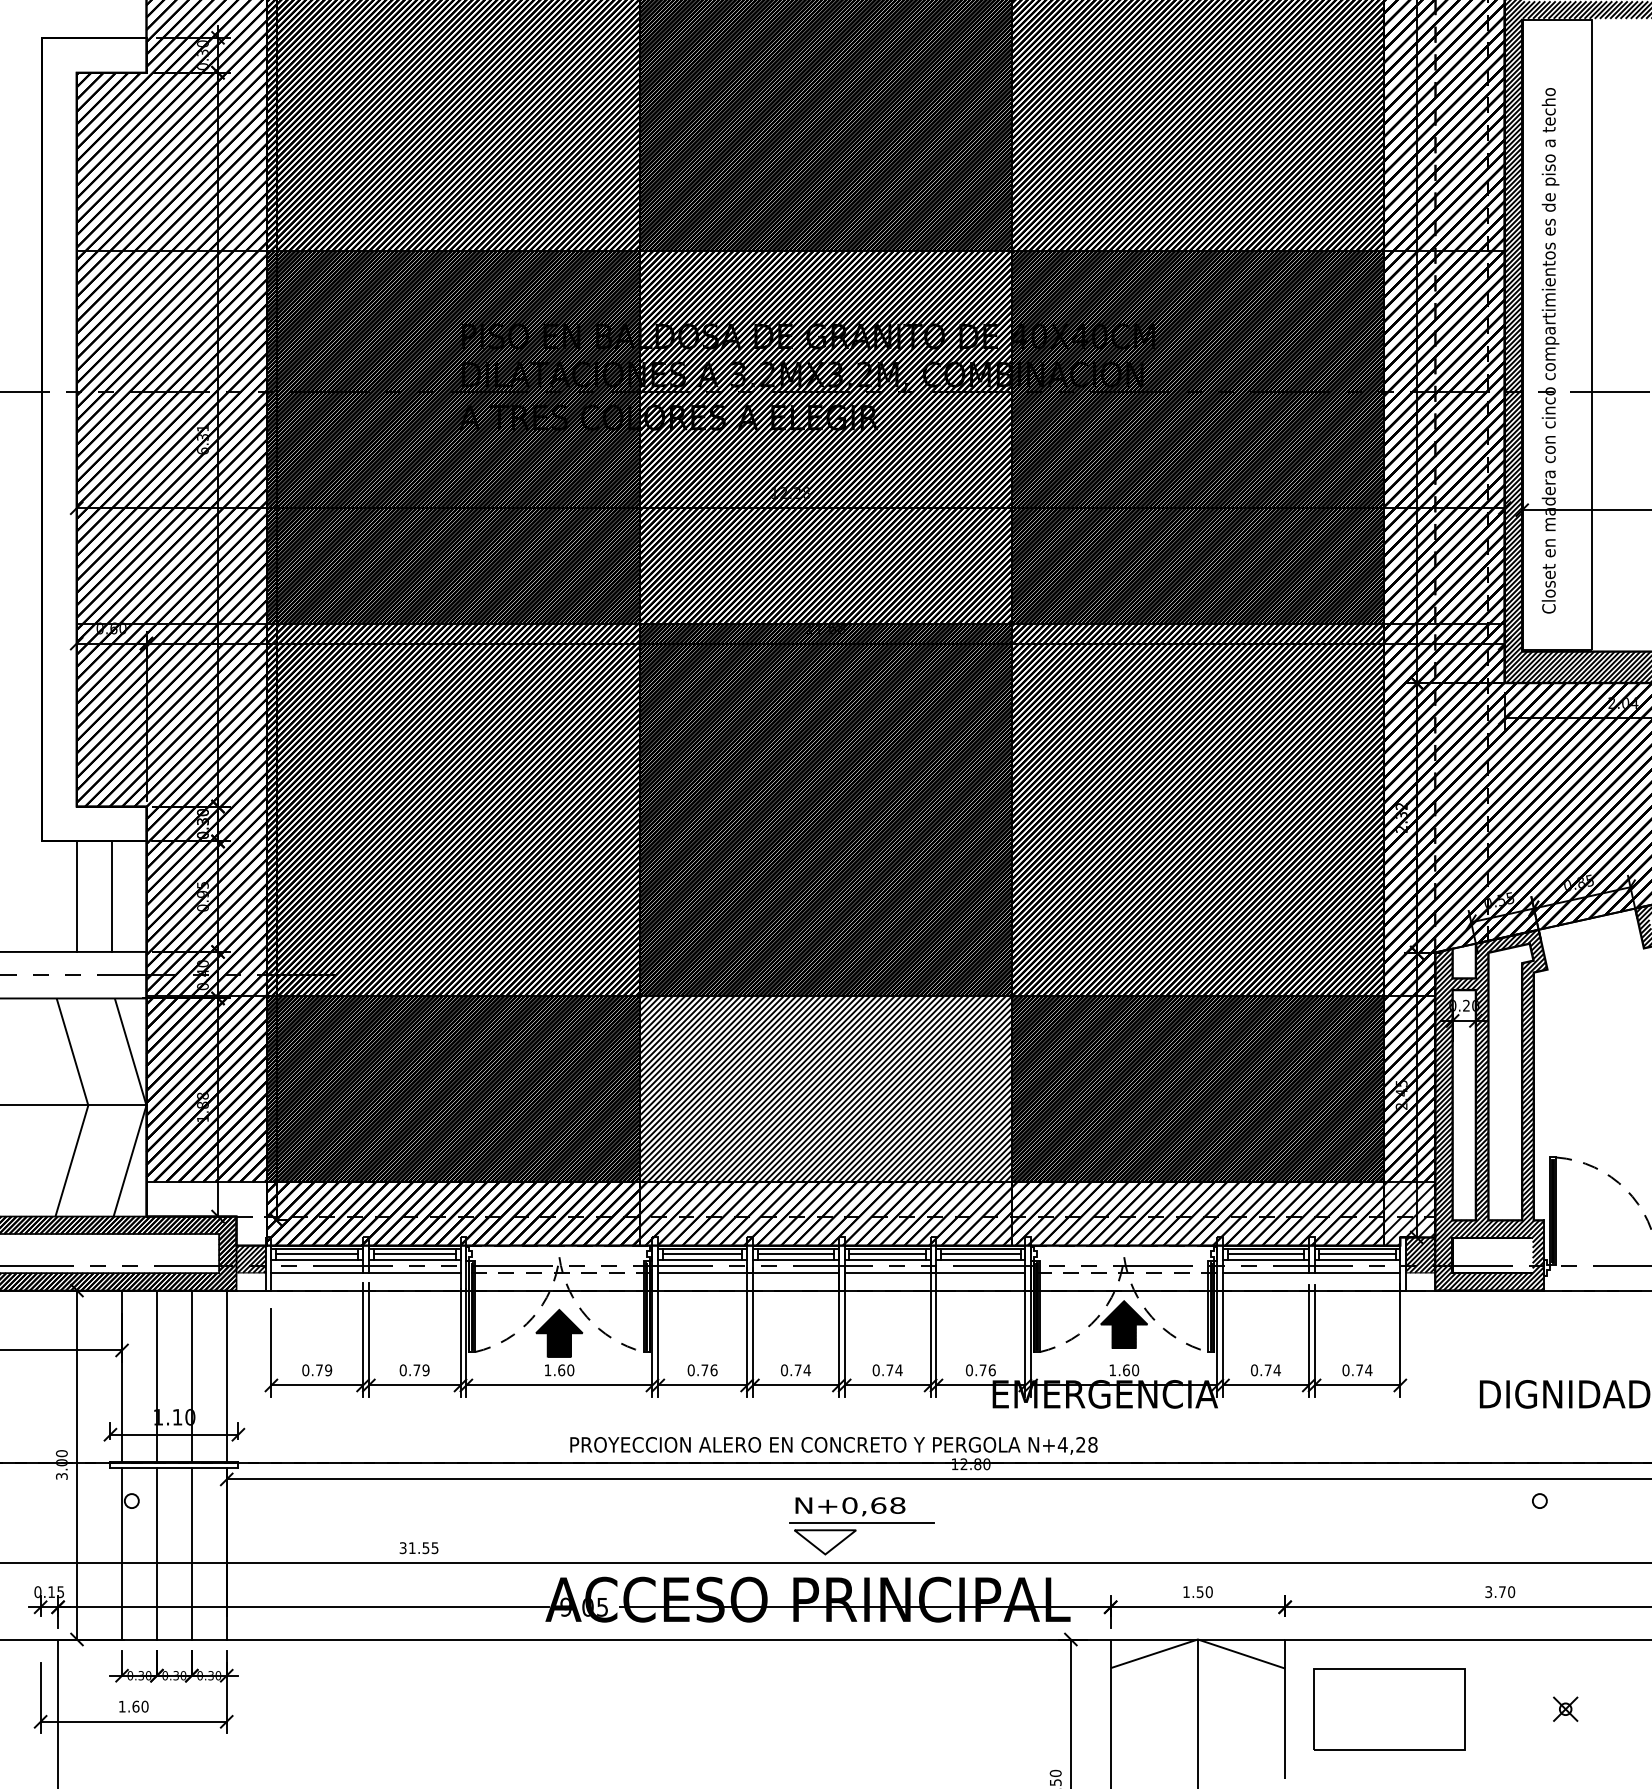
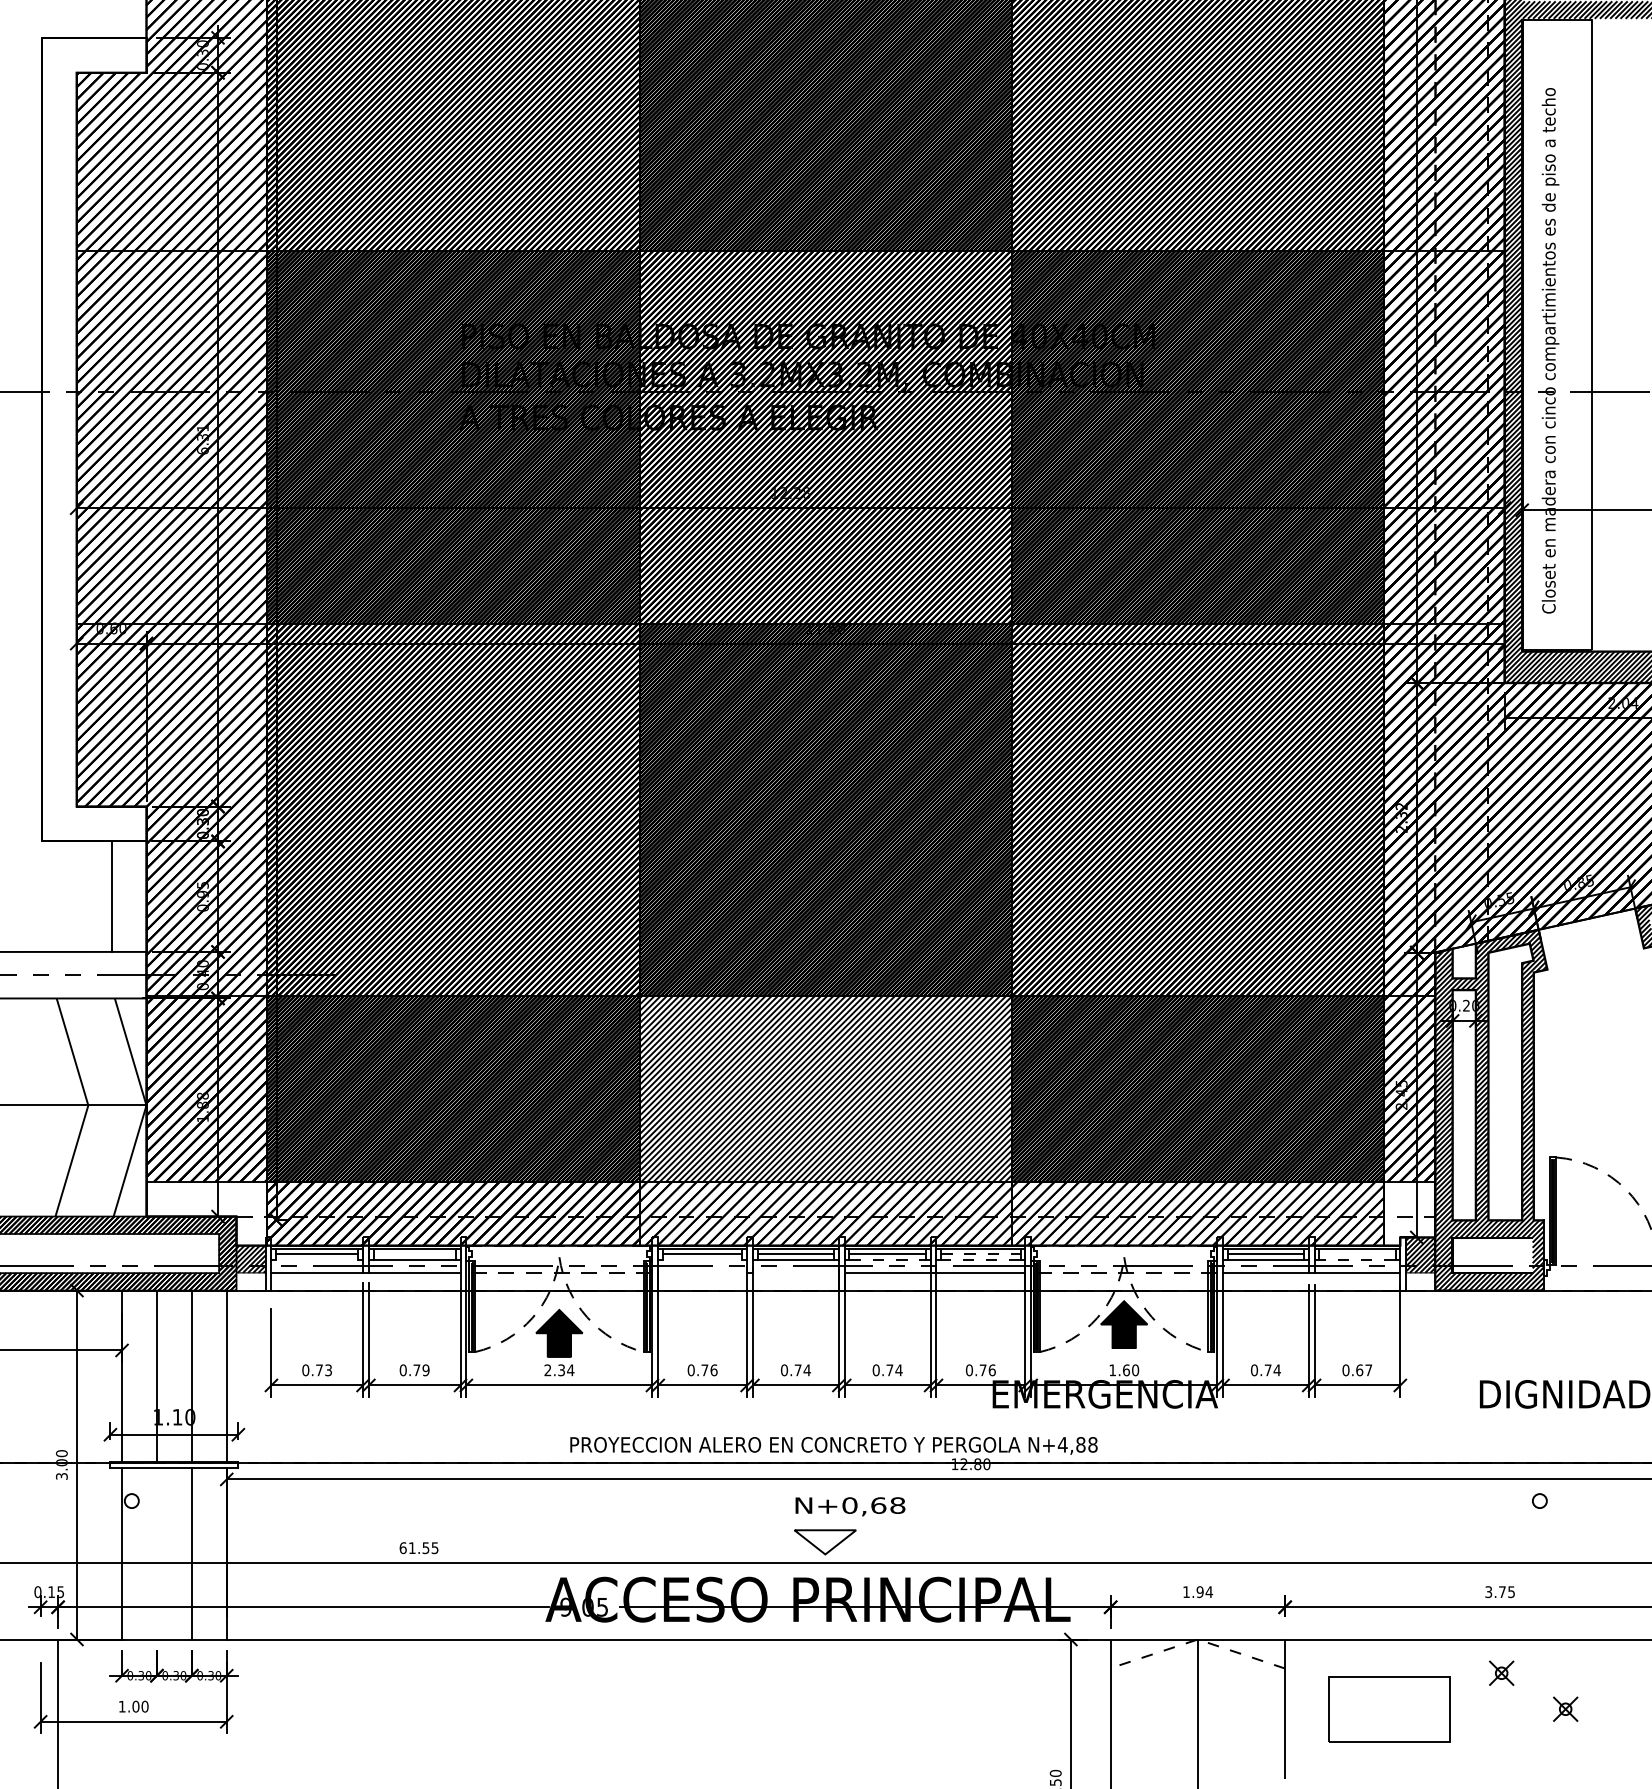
line at (76, 896): present -> none
hatch at (1409, 1213): present -> none
line at (414, 1254): present -> none
line at (980, 1254): solid -> dashed
line at (1357, 1254): present -> none
line at (317, 1260): present -> none
line at (702, 1260): present -> none
line at (888, 1260): solid -> dashed
line at (980, 1260): solid -> dashed
line at (1356, 1260): solid -> dashed
line at (748, 1272): present -> none
text at (328, 1370): 0.79 -> 0.73
text at (559, 1370): 1.60 -> 2.34
text at (1364, 1370): 0.74 -> 0.67
text at (1080, 1444): N+4,28 -> N+4,88
line at (862, 1523): present -> none
text at (402, 1548): 31.55 -> 61.55
line at (156, 1553): present -> none
text at (1204, 1592): 1.50 -> 1.94
text at (1511, 1592): 3.70 -> 3.75
line at (1197, 1639): solid -> dashed
part at (1501, 1672): none -> present
text at (135, 1706): 1.60 -> 1.00
part at (1389, 1709) size: 153x83 px -> 123x67 px
